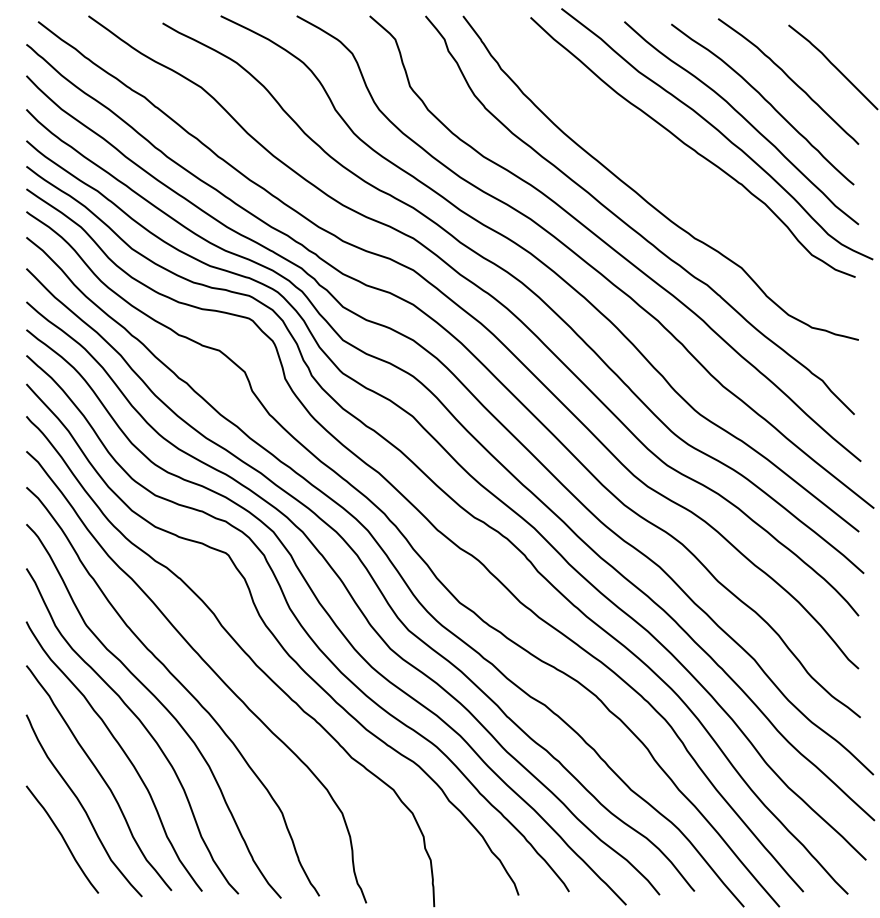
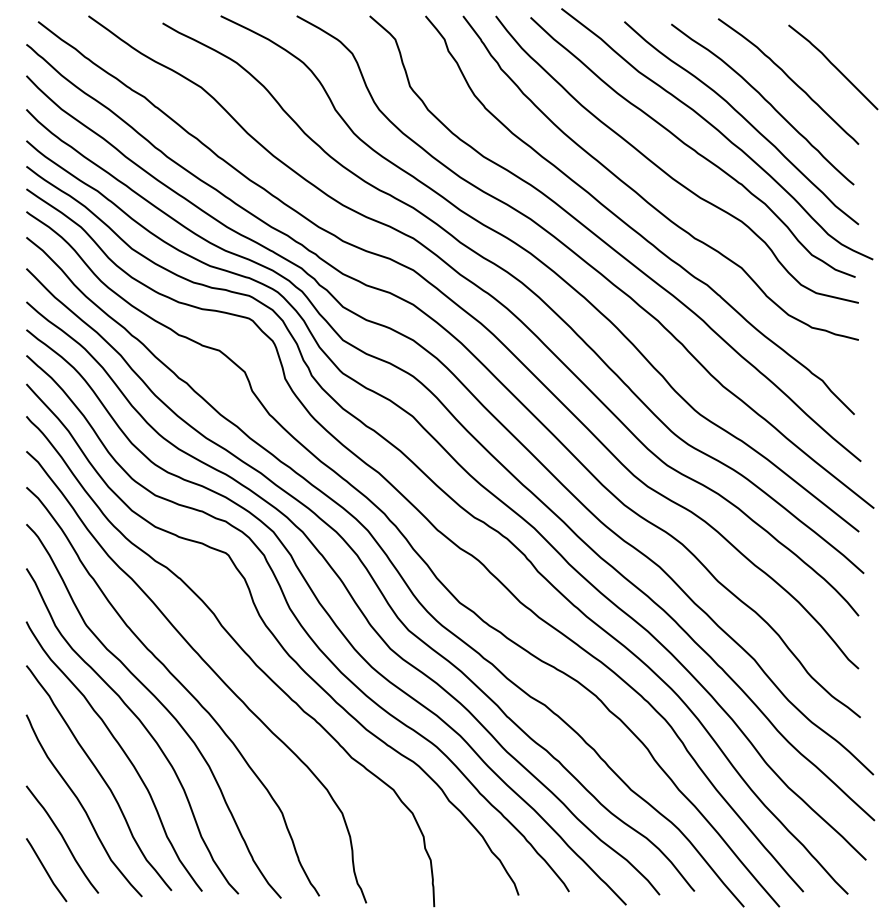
curve at (664, 170): none -> present
line at (46, 870): none -> present
